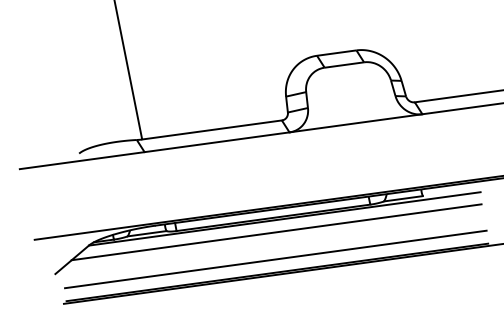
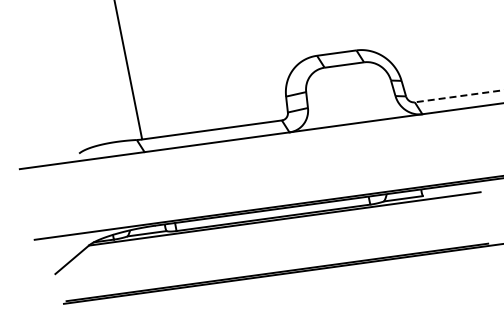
line at (459, 96): solid -> dashed
line at (276, 232): present -> none
line at (275, 259): present -> none
